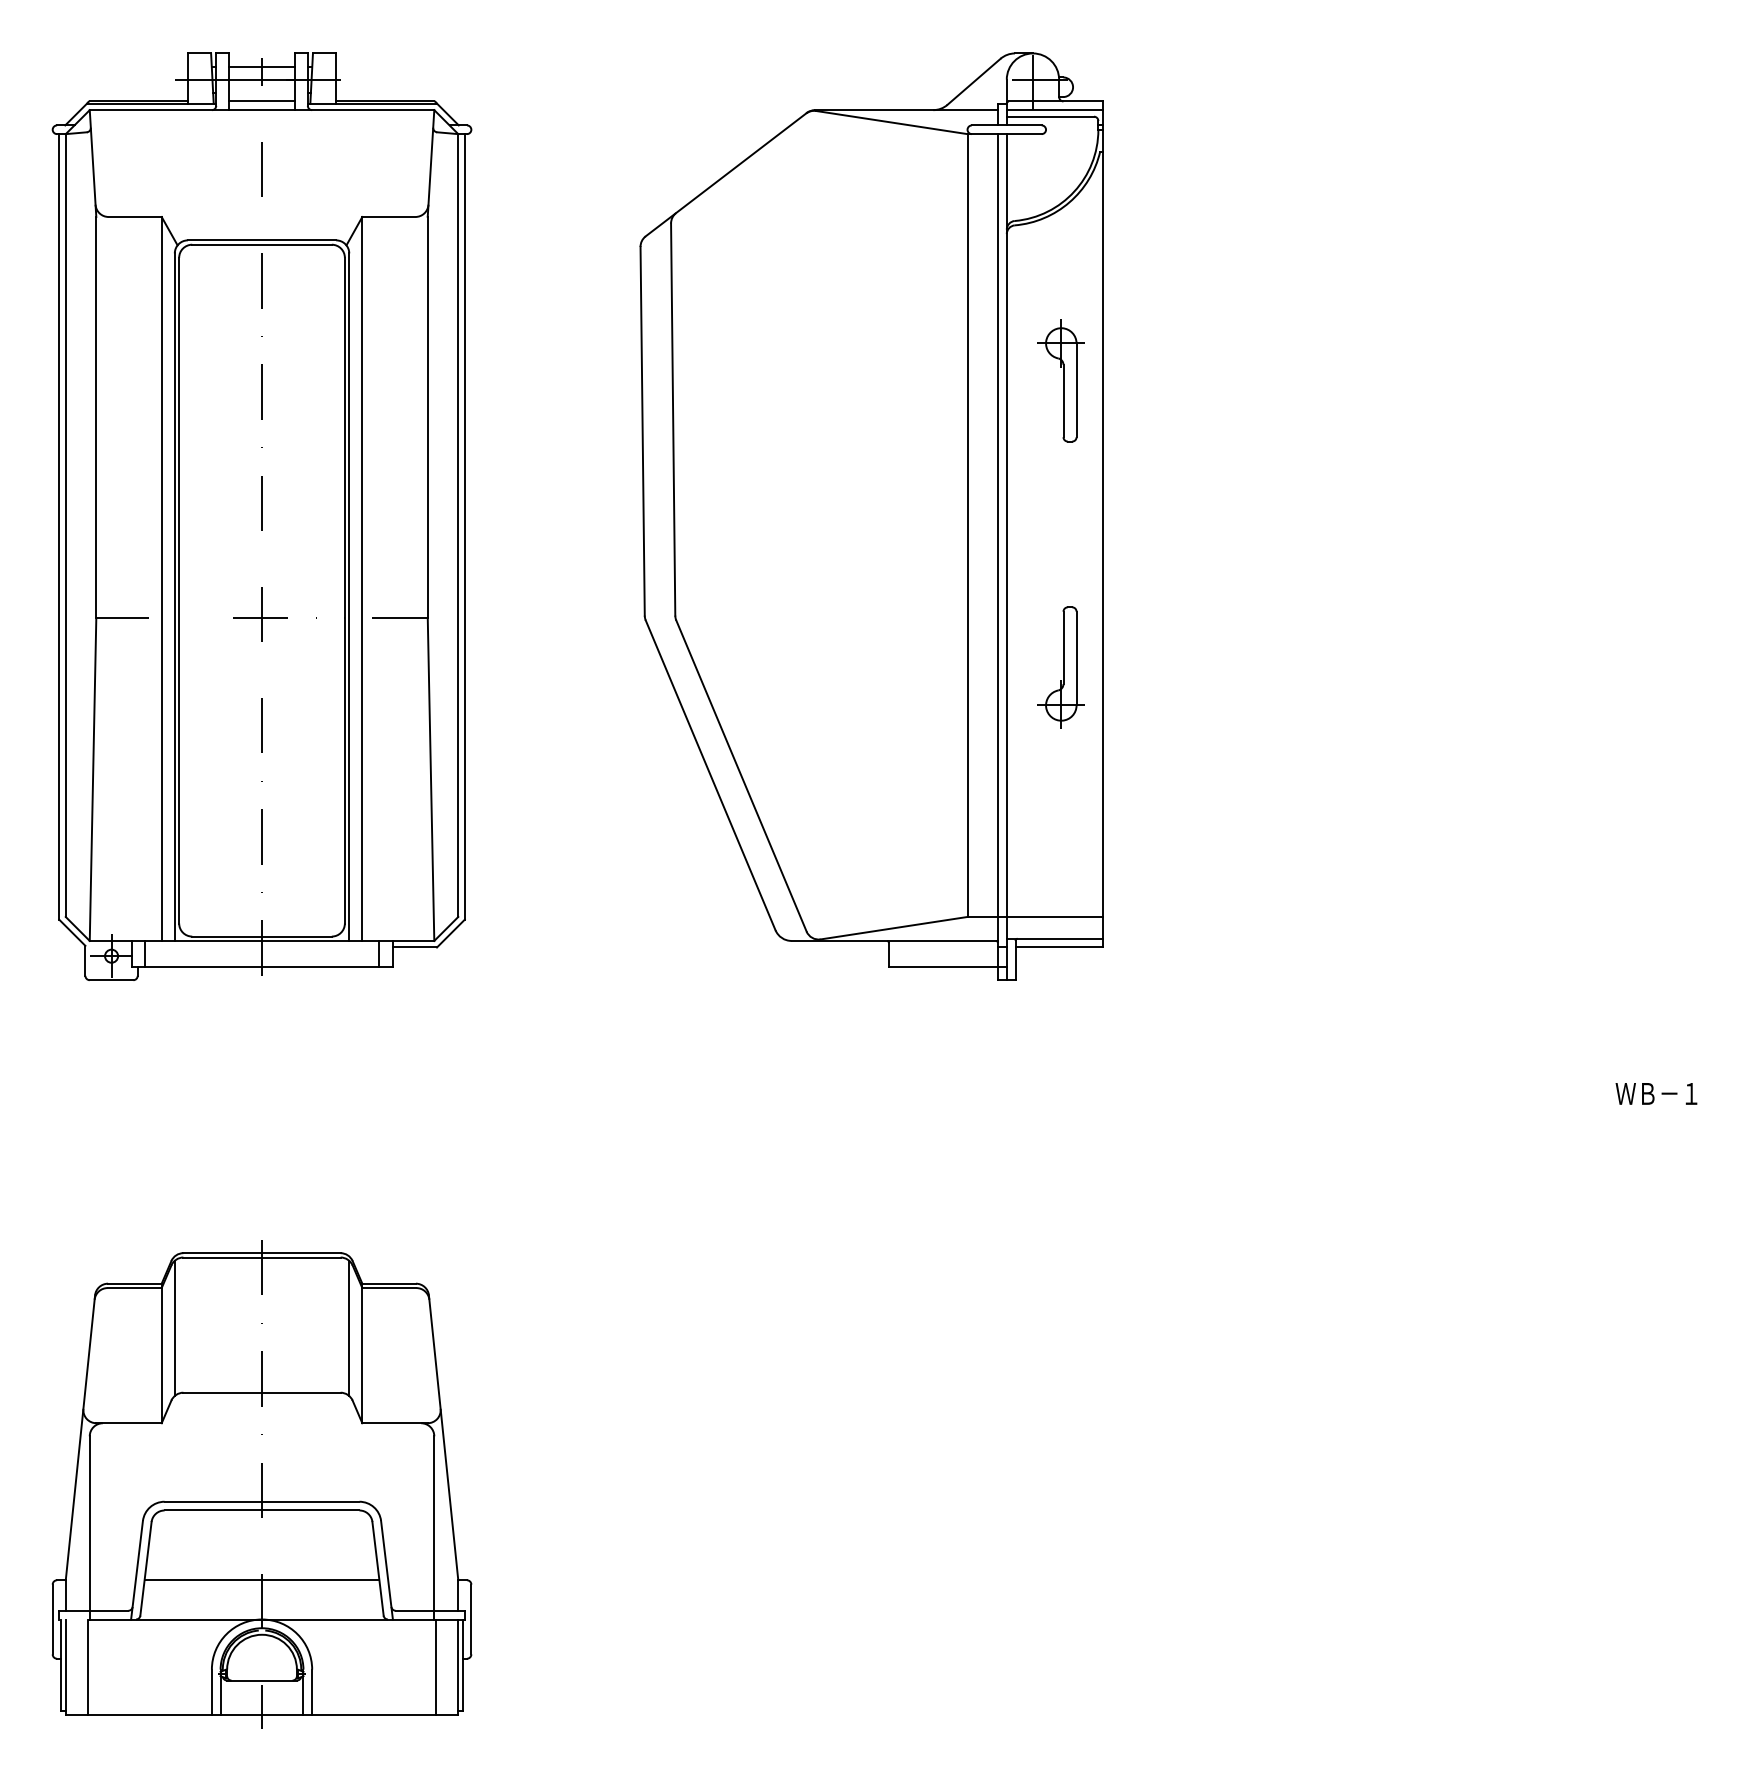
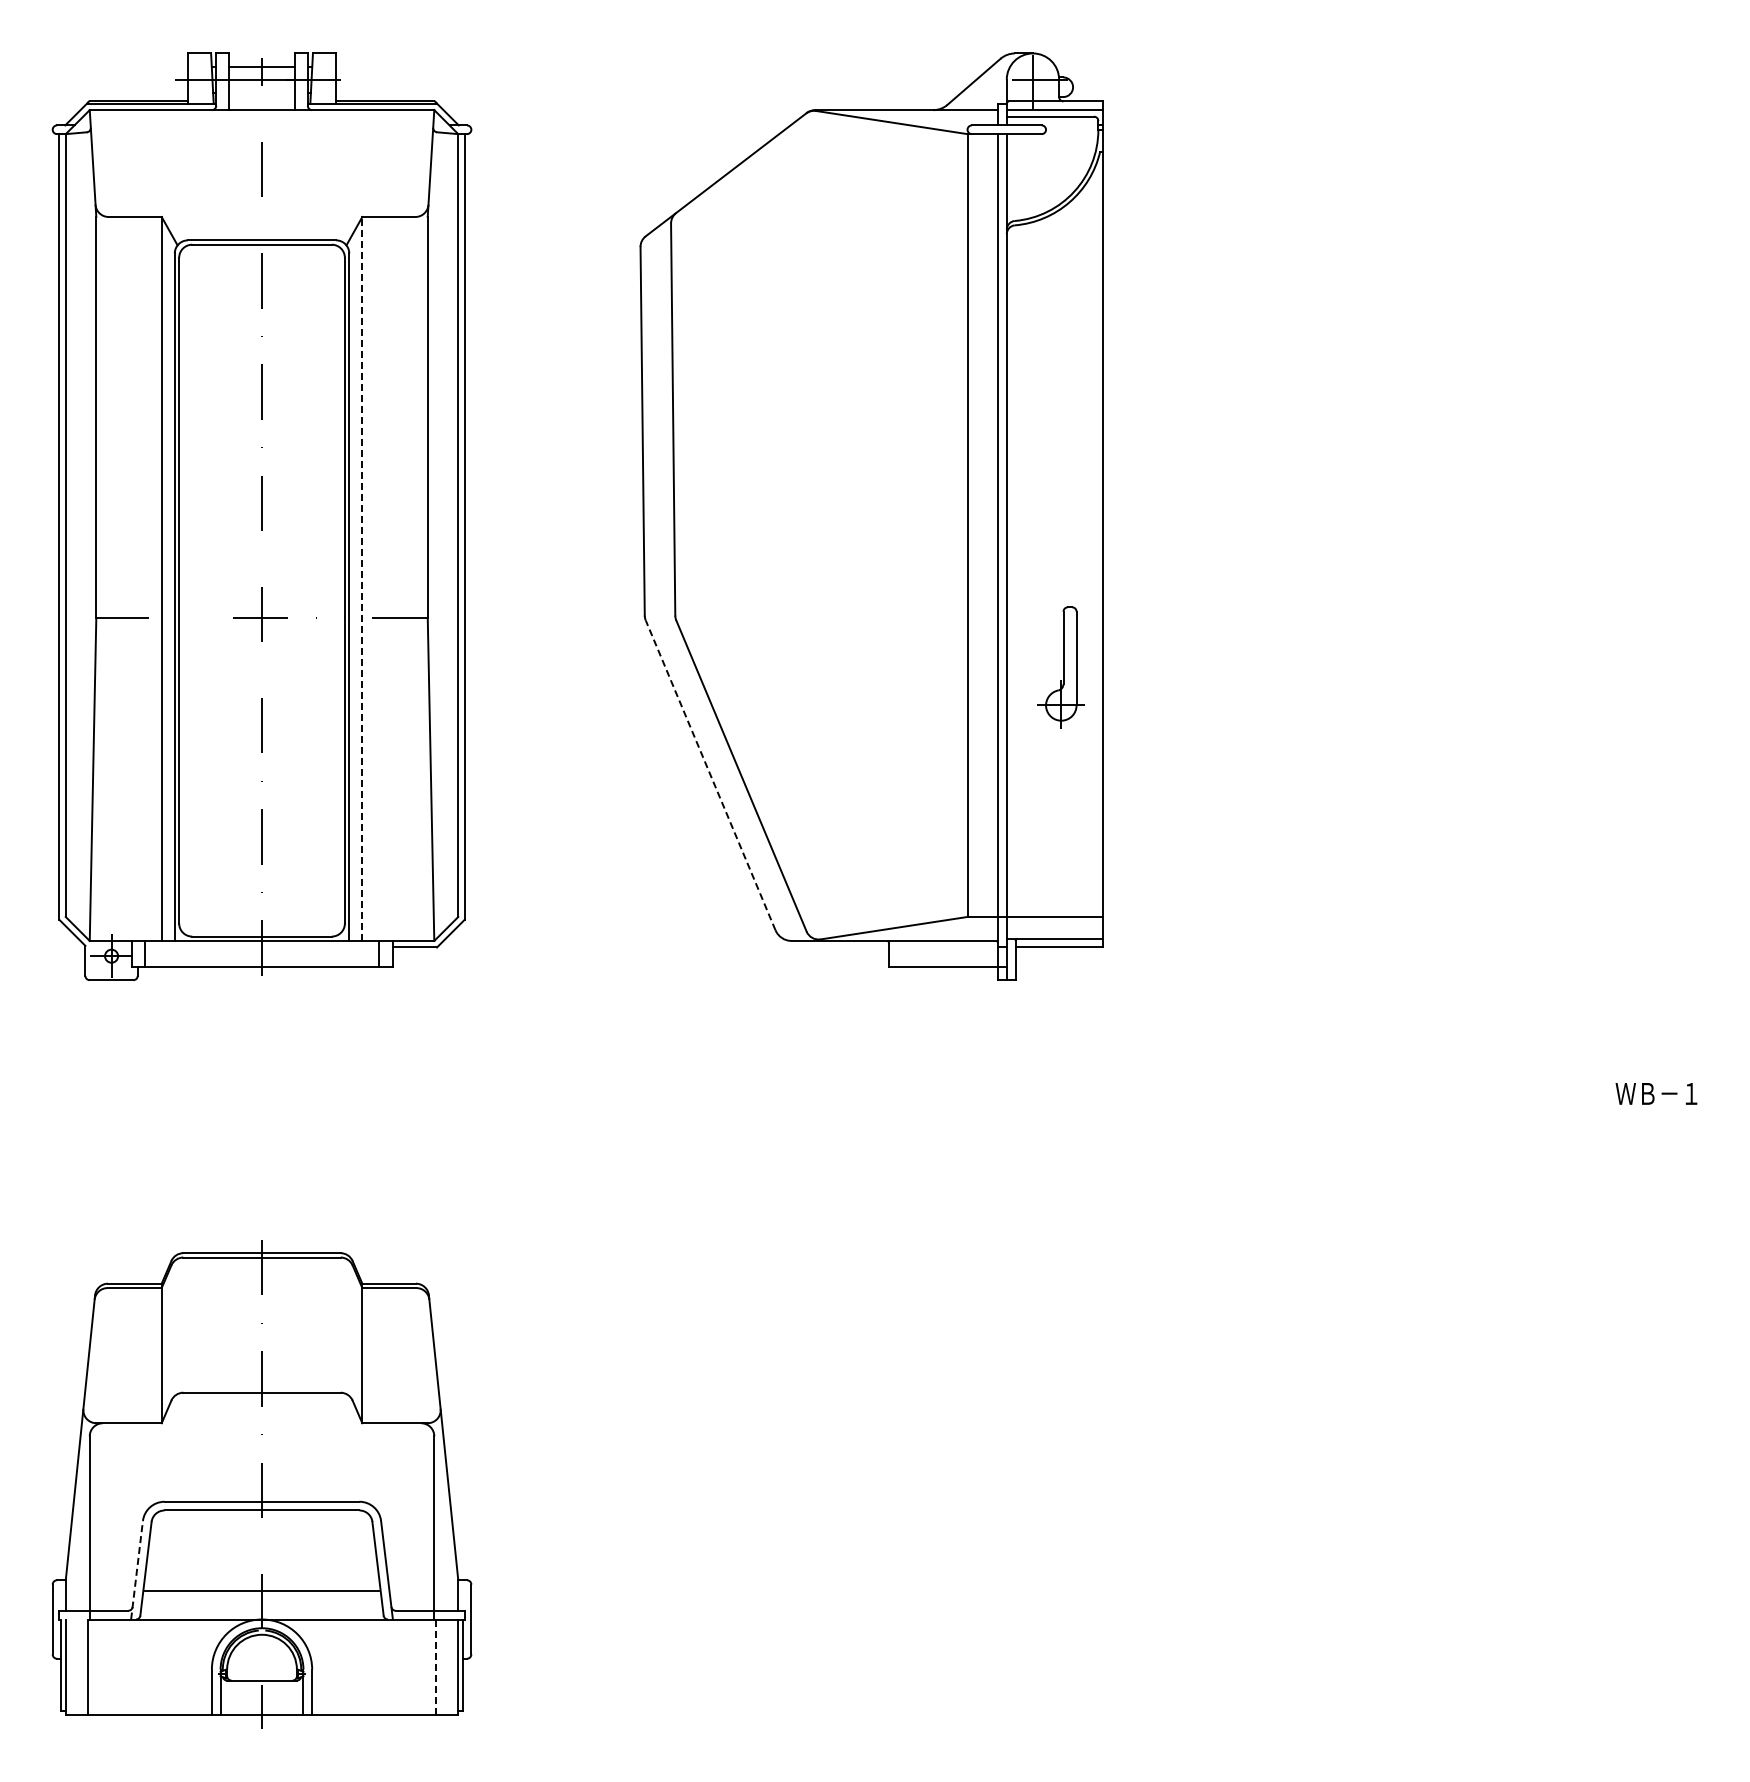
line at (261, 101): present -> none
part at (1060, 380): present -> none
line at (362, 578): solid -> dashed
line at (710, 775): solid -> dashed
line at (174, 1328): present -> none
line at (349, 1328): present -> none
line at (137, 1570): solid -> dashed
line at (261, 1580) position: (261, 1580) -> (261, 1591)
line at (436, 1667): solid -> dashed
